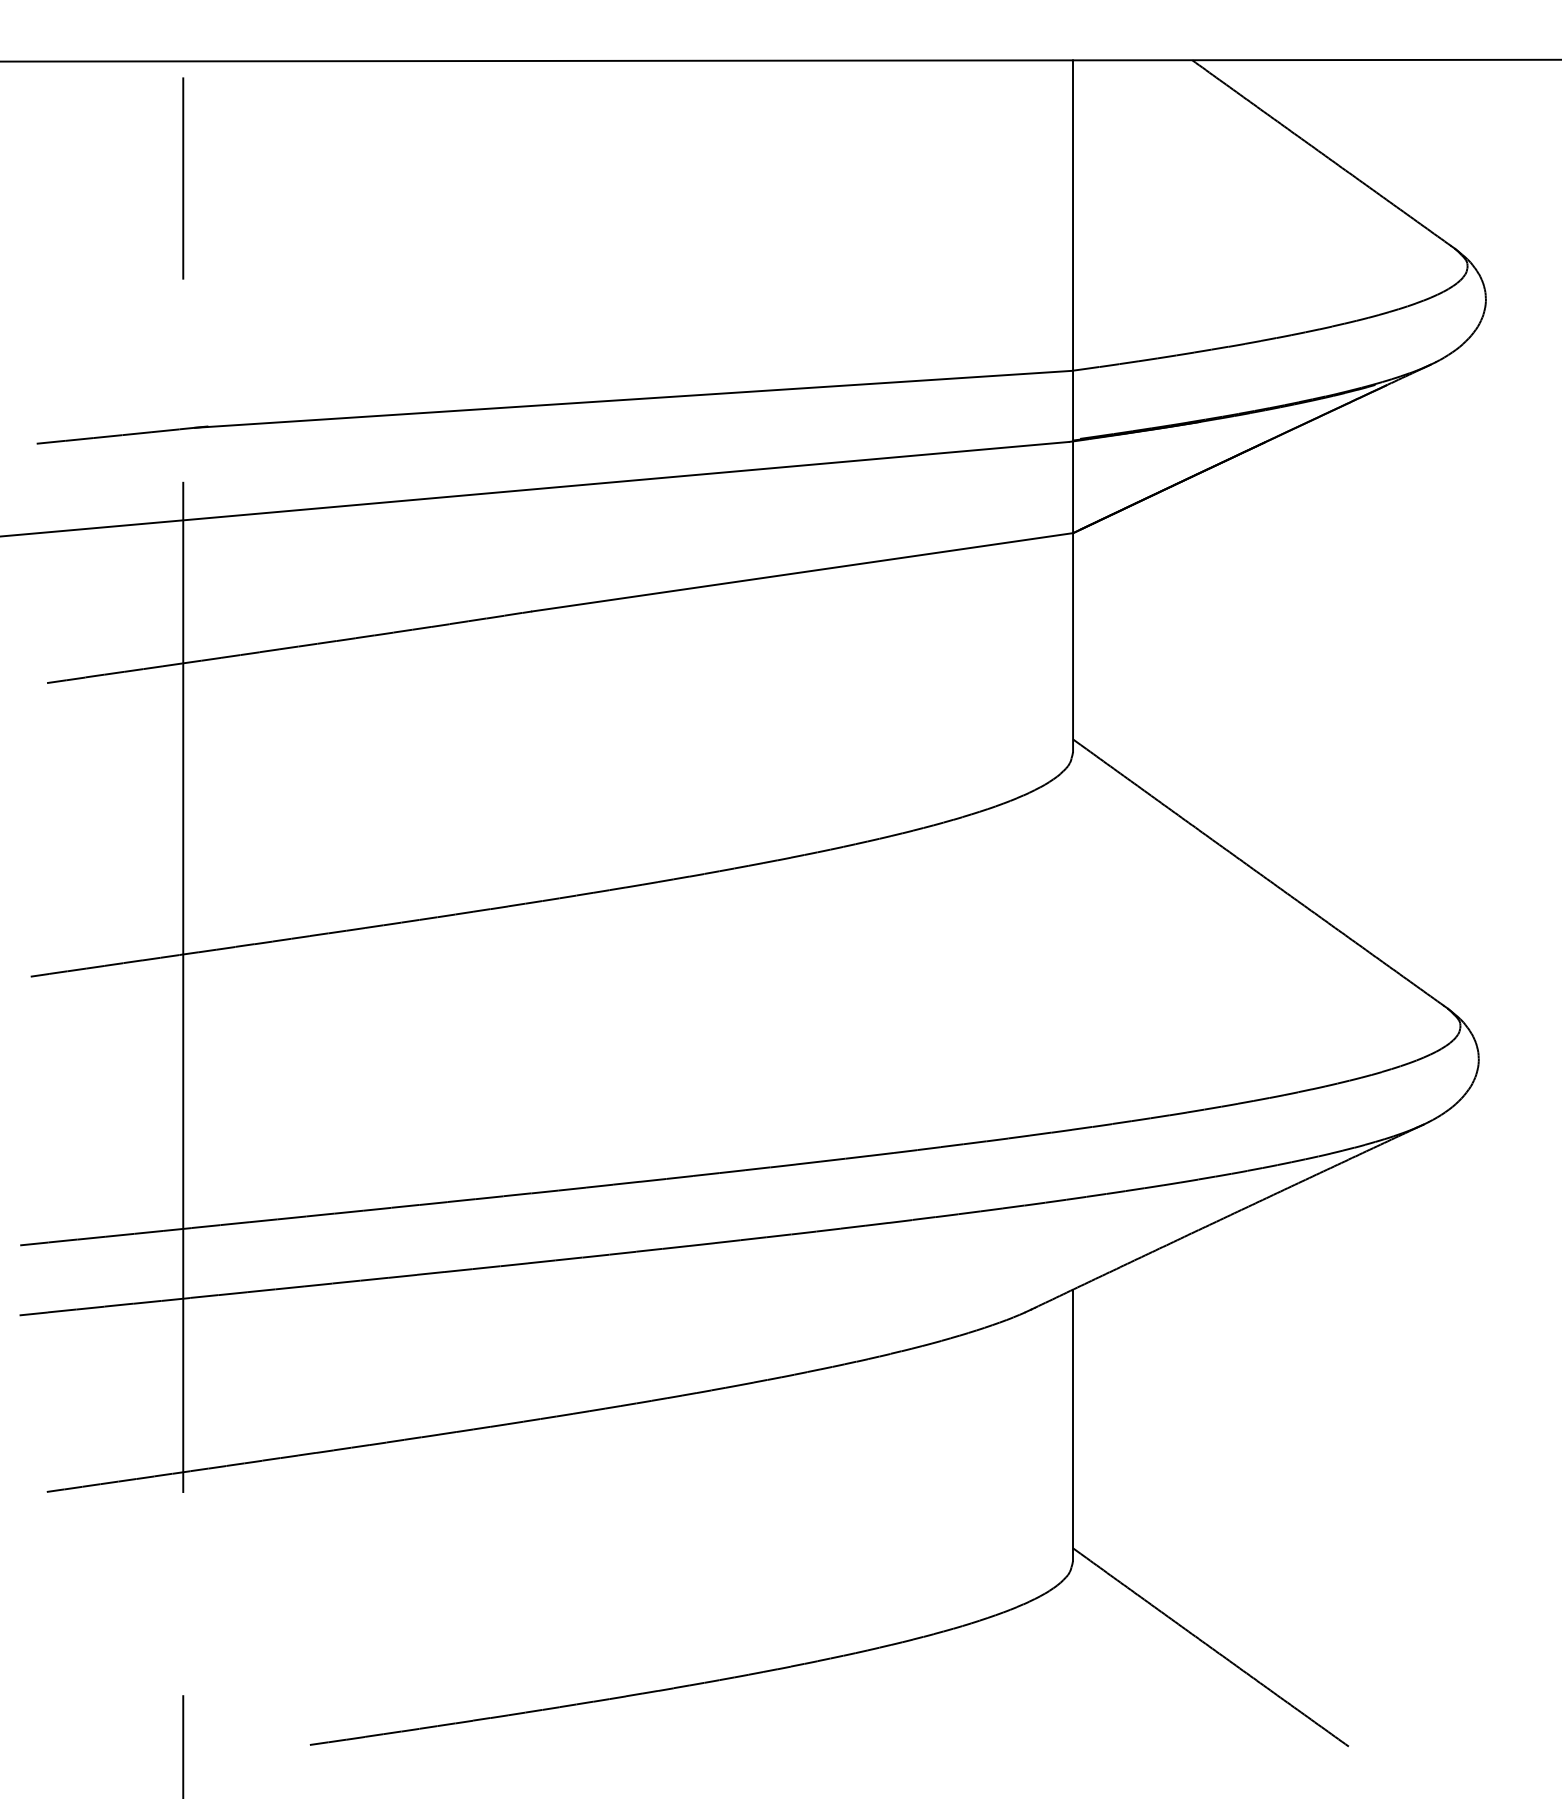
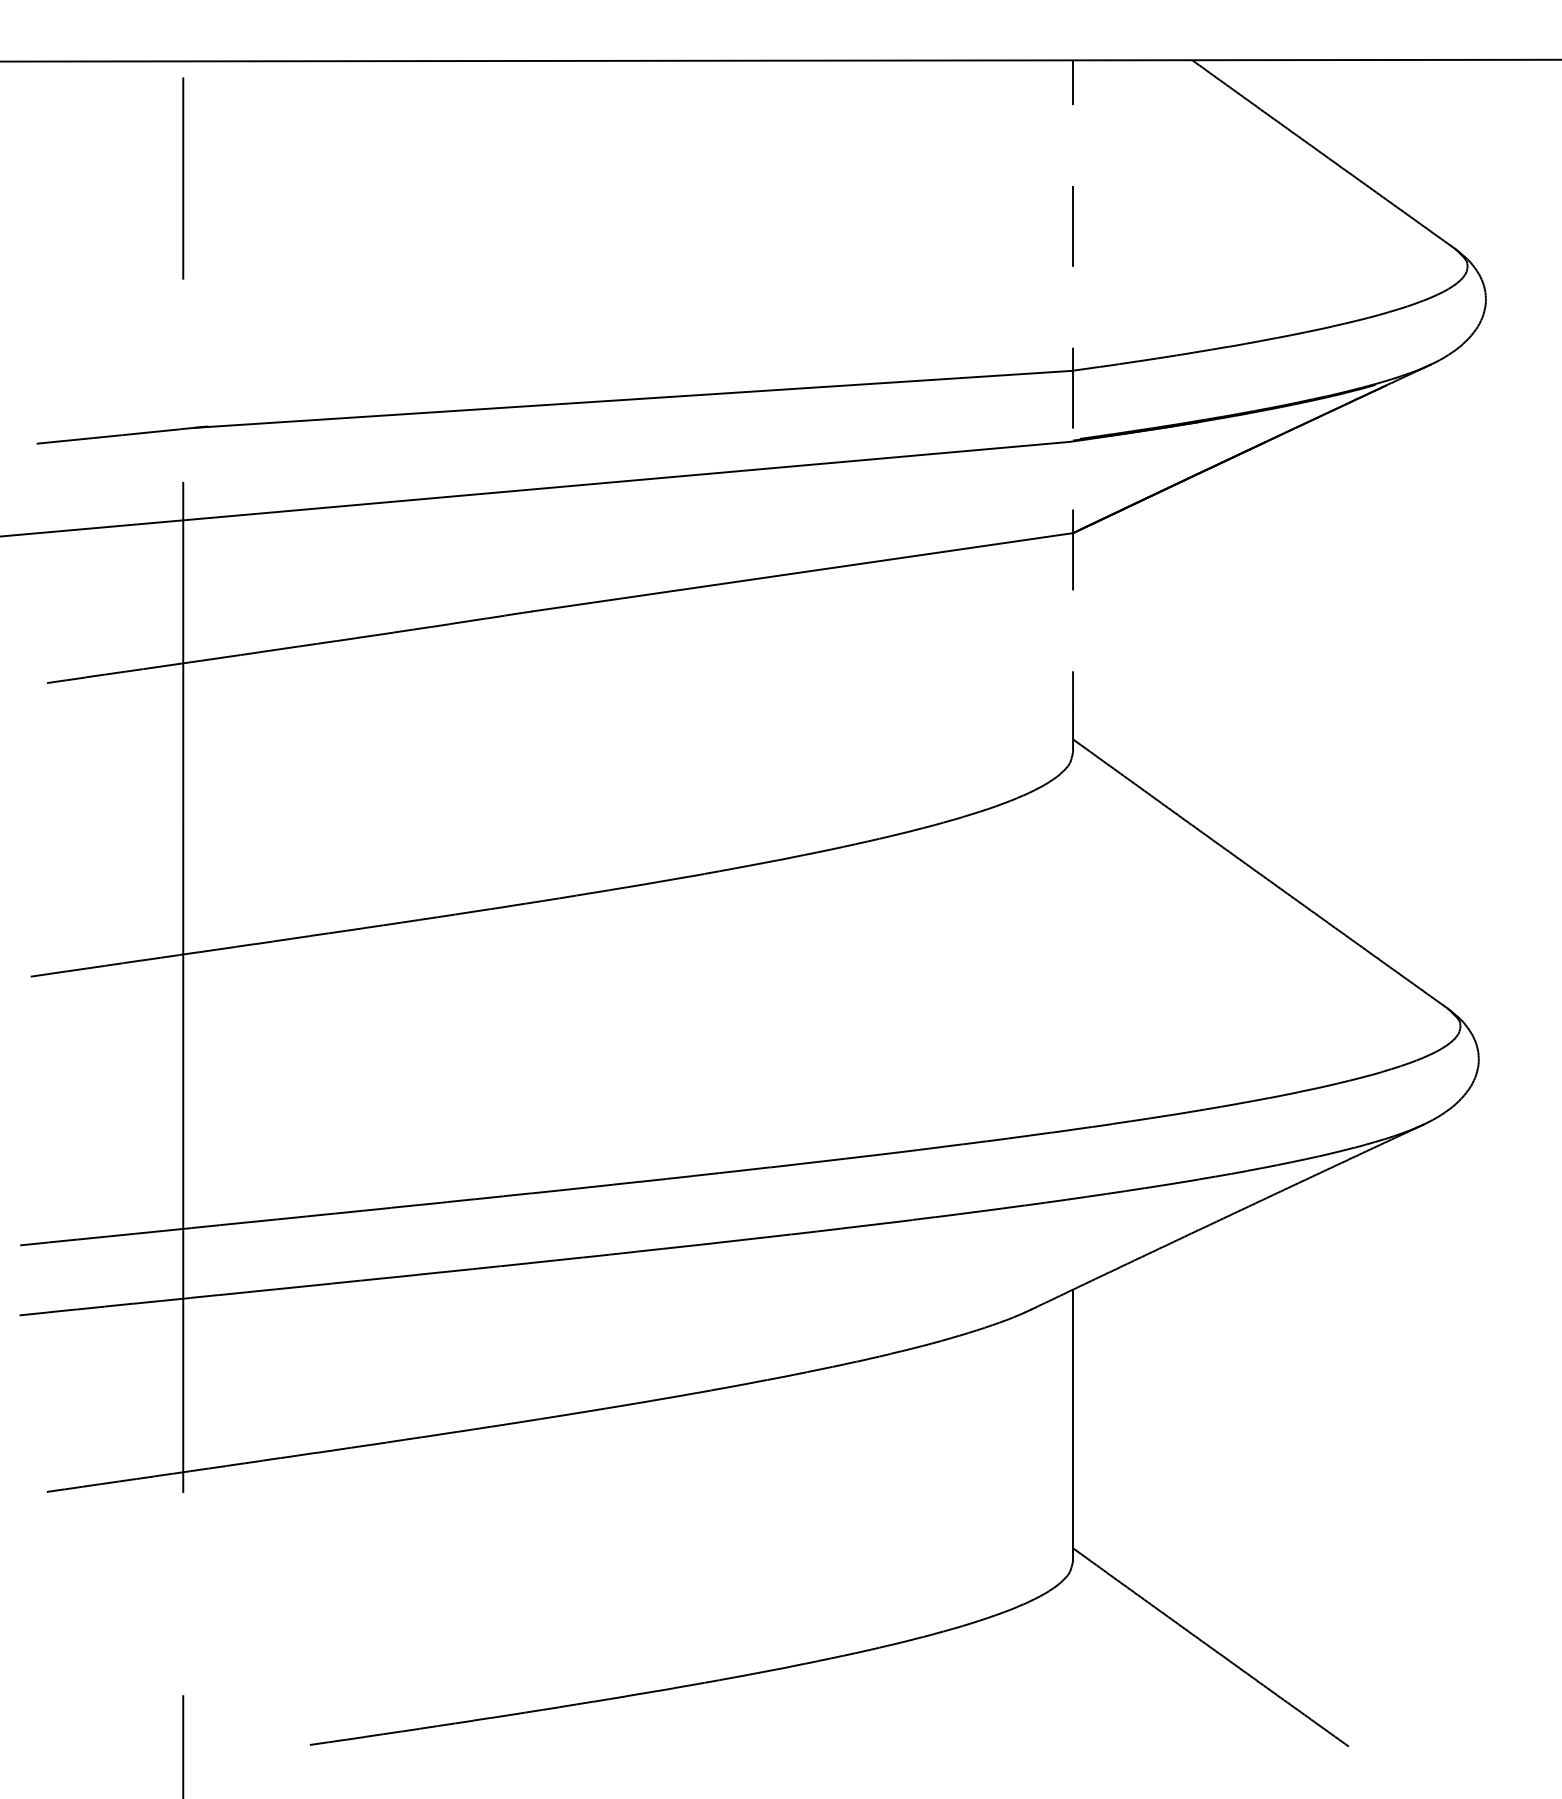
line at (1073, 406): solid -> dashed
